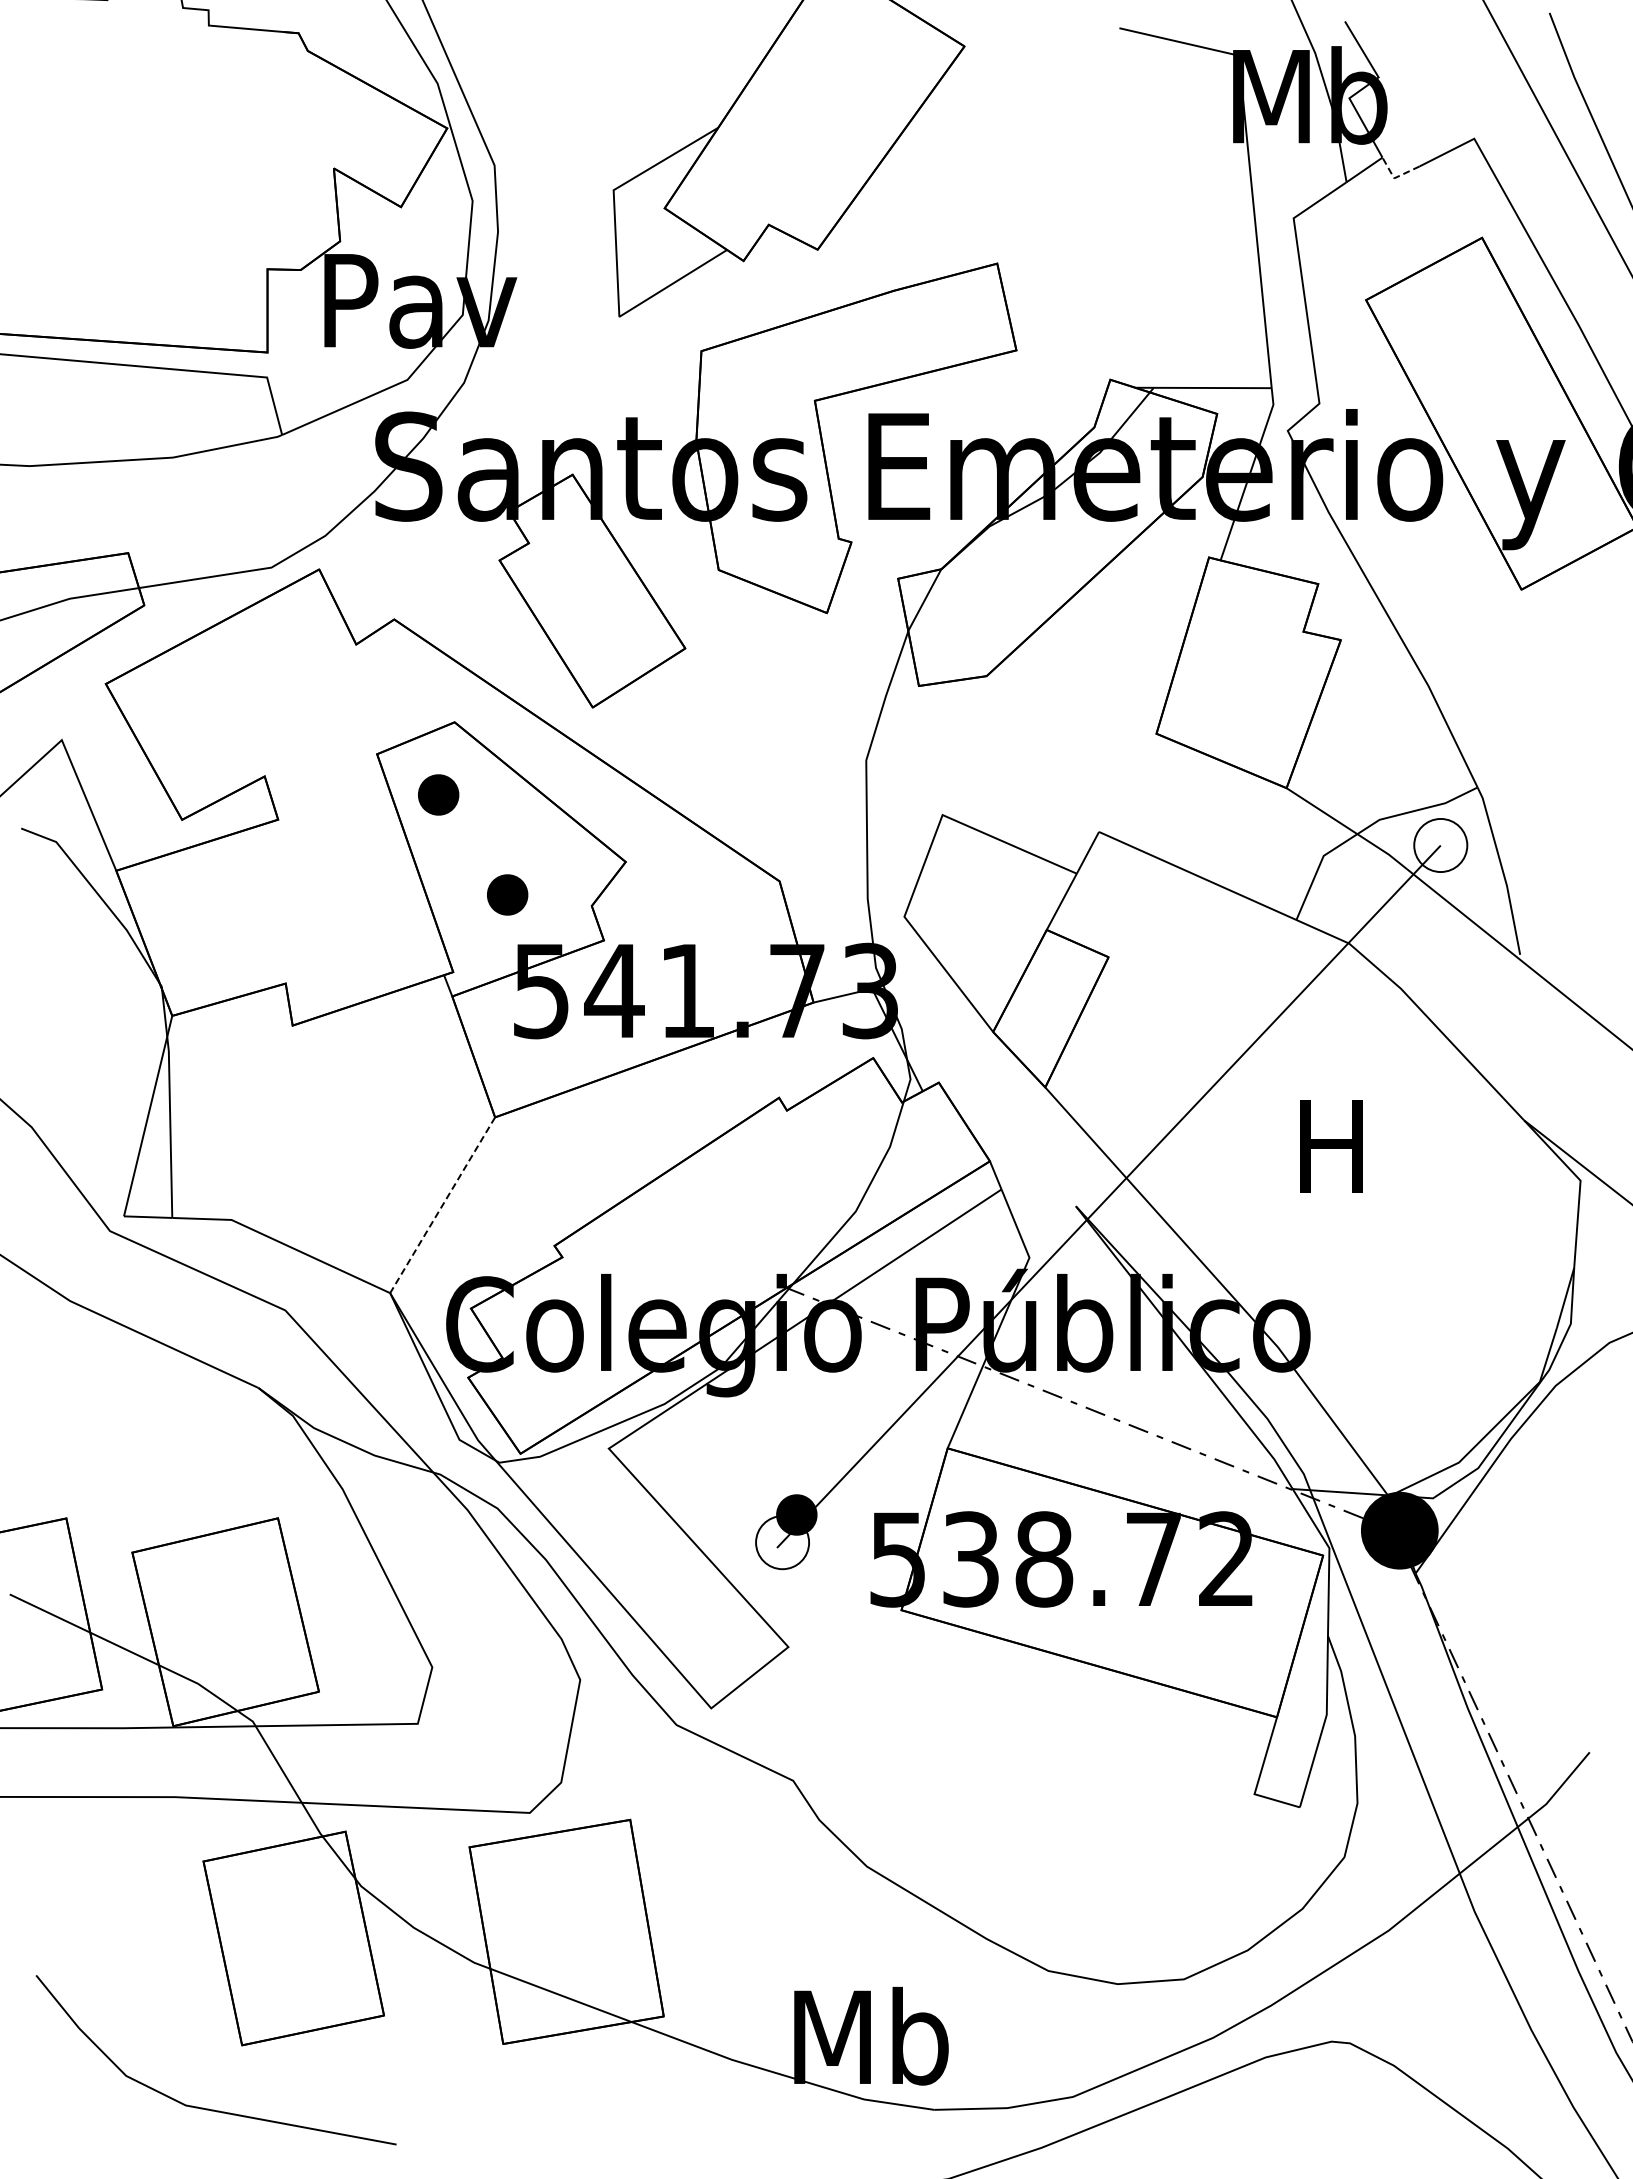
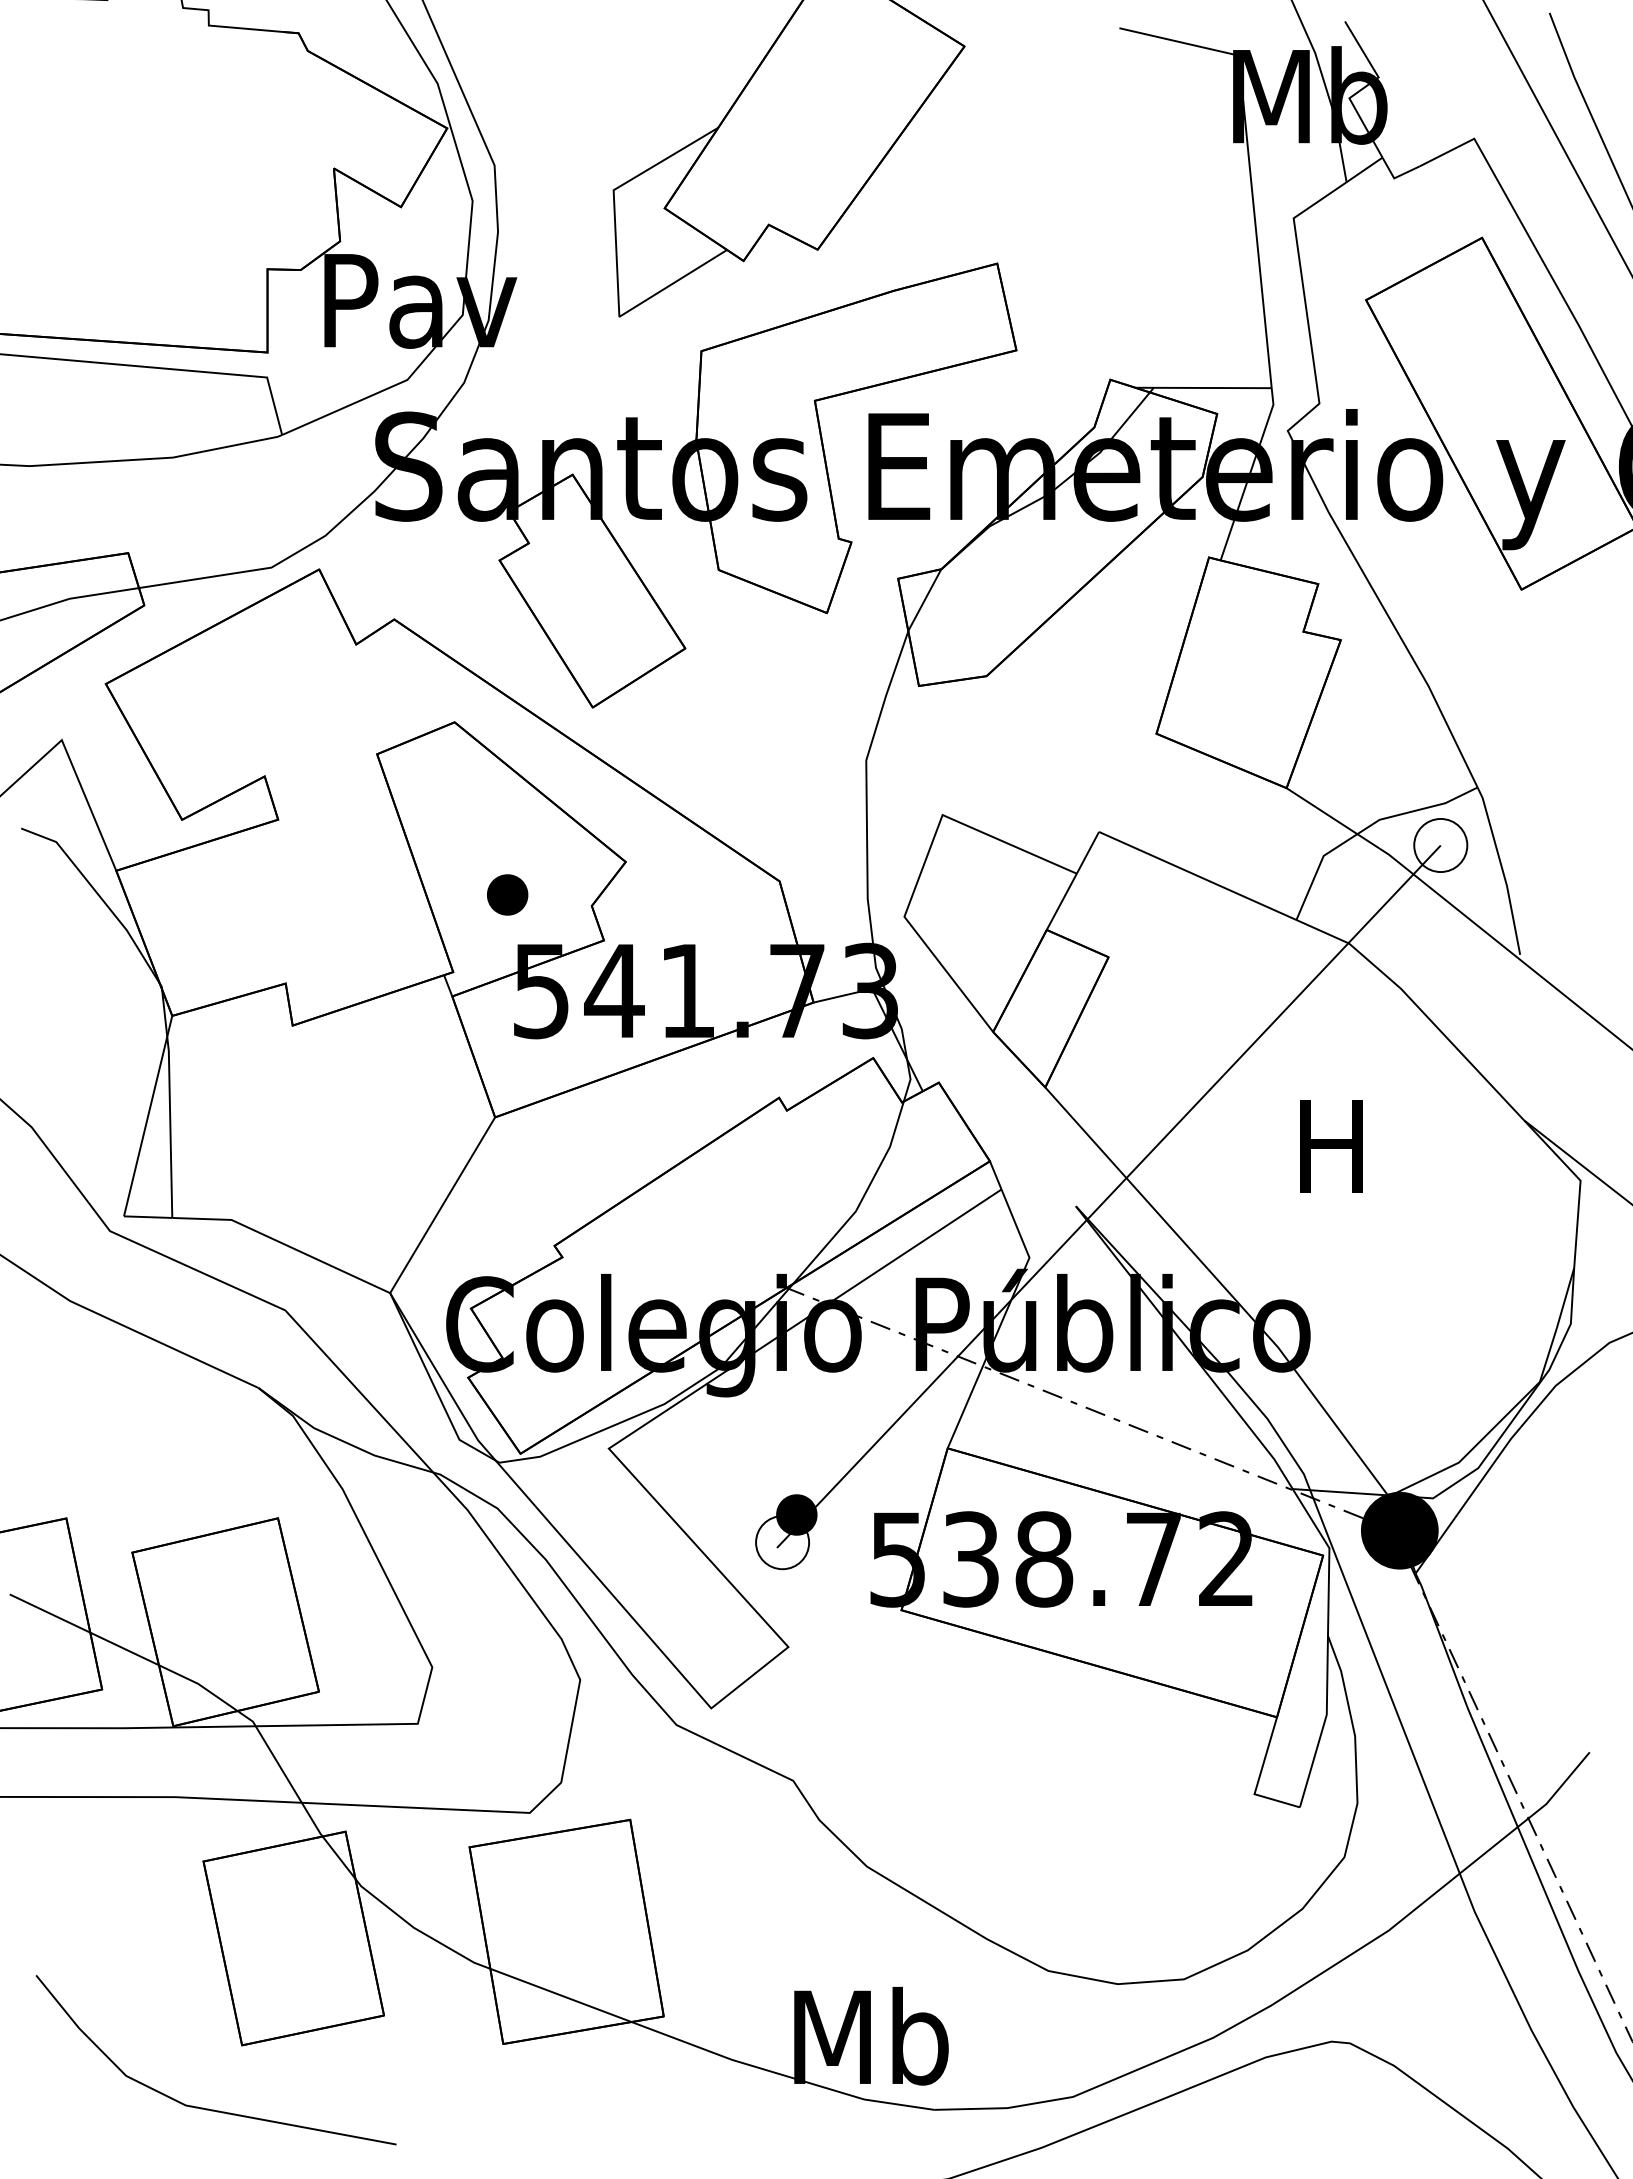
line at (1395, 177): dashed -> solid
part at (438, 794): present -> none
line at (442, 1205): dashed -> solid
